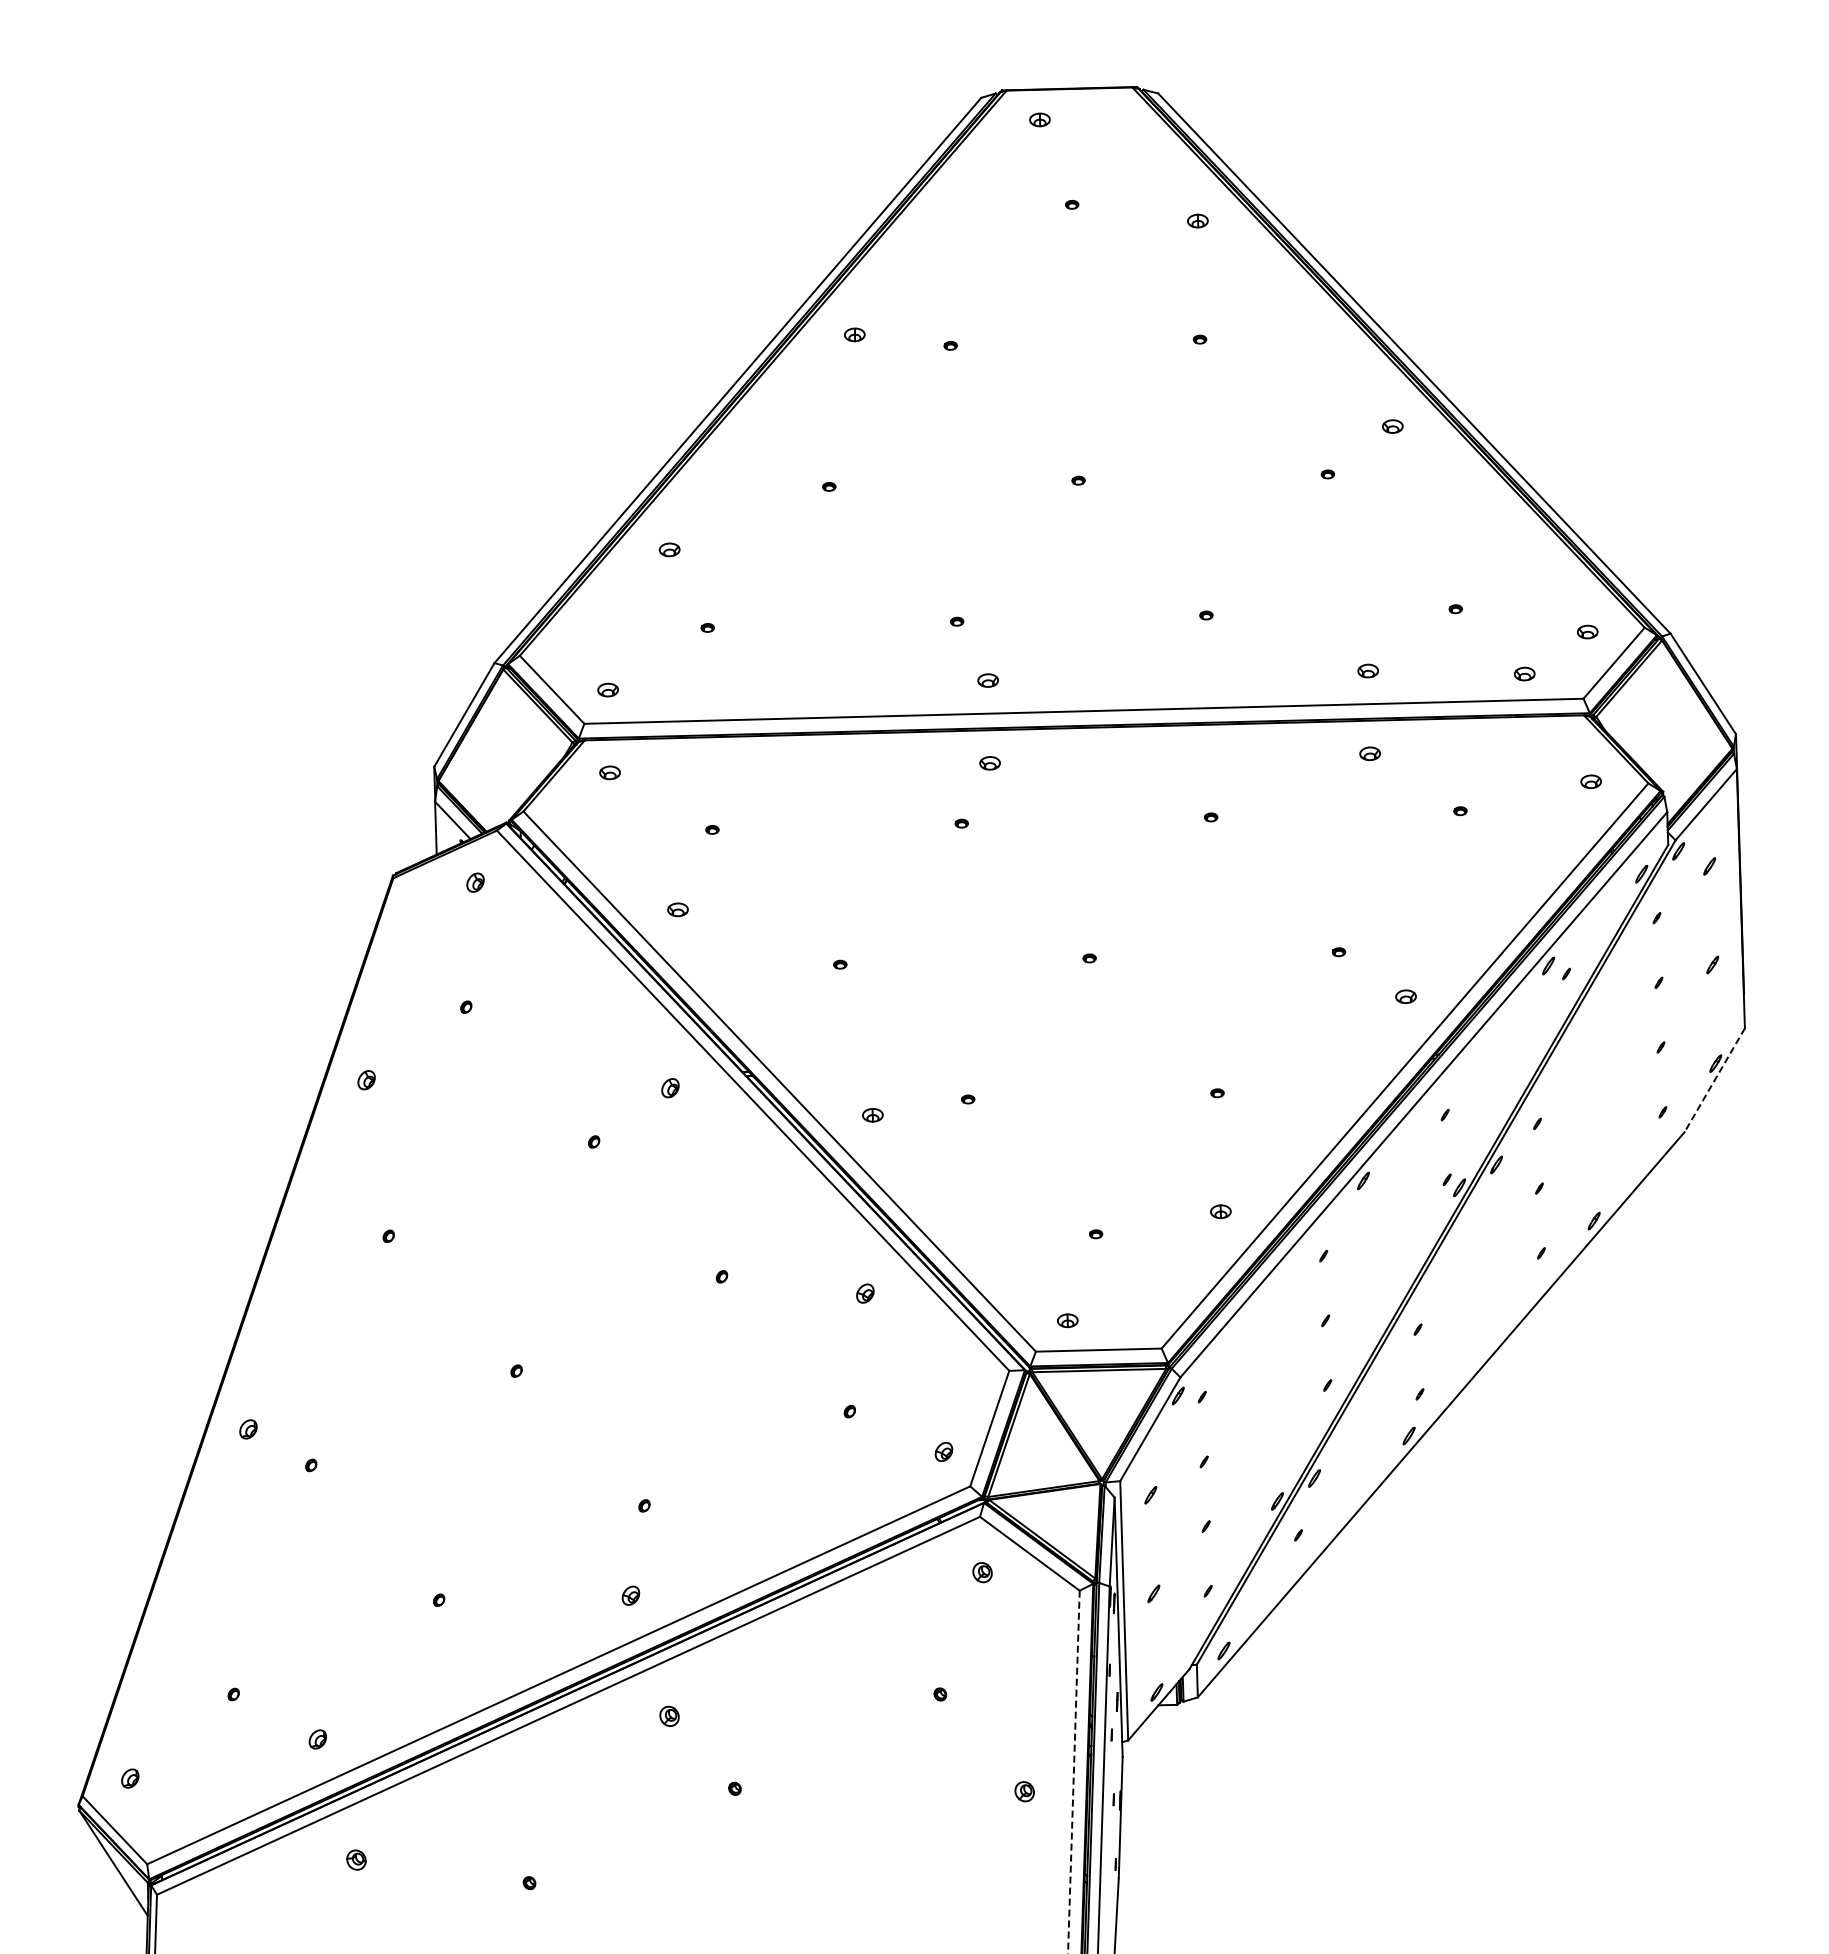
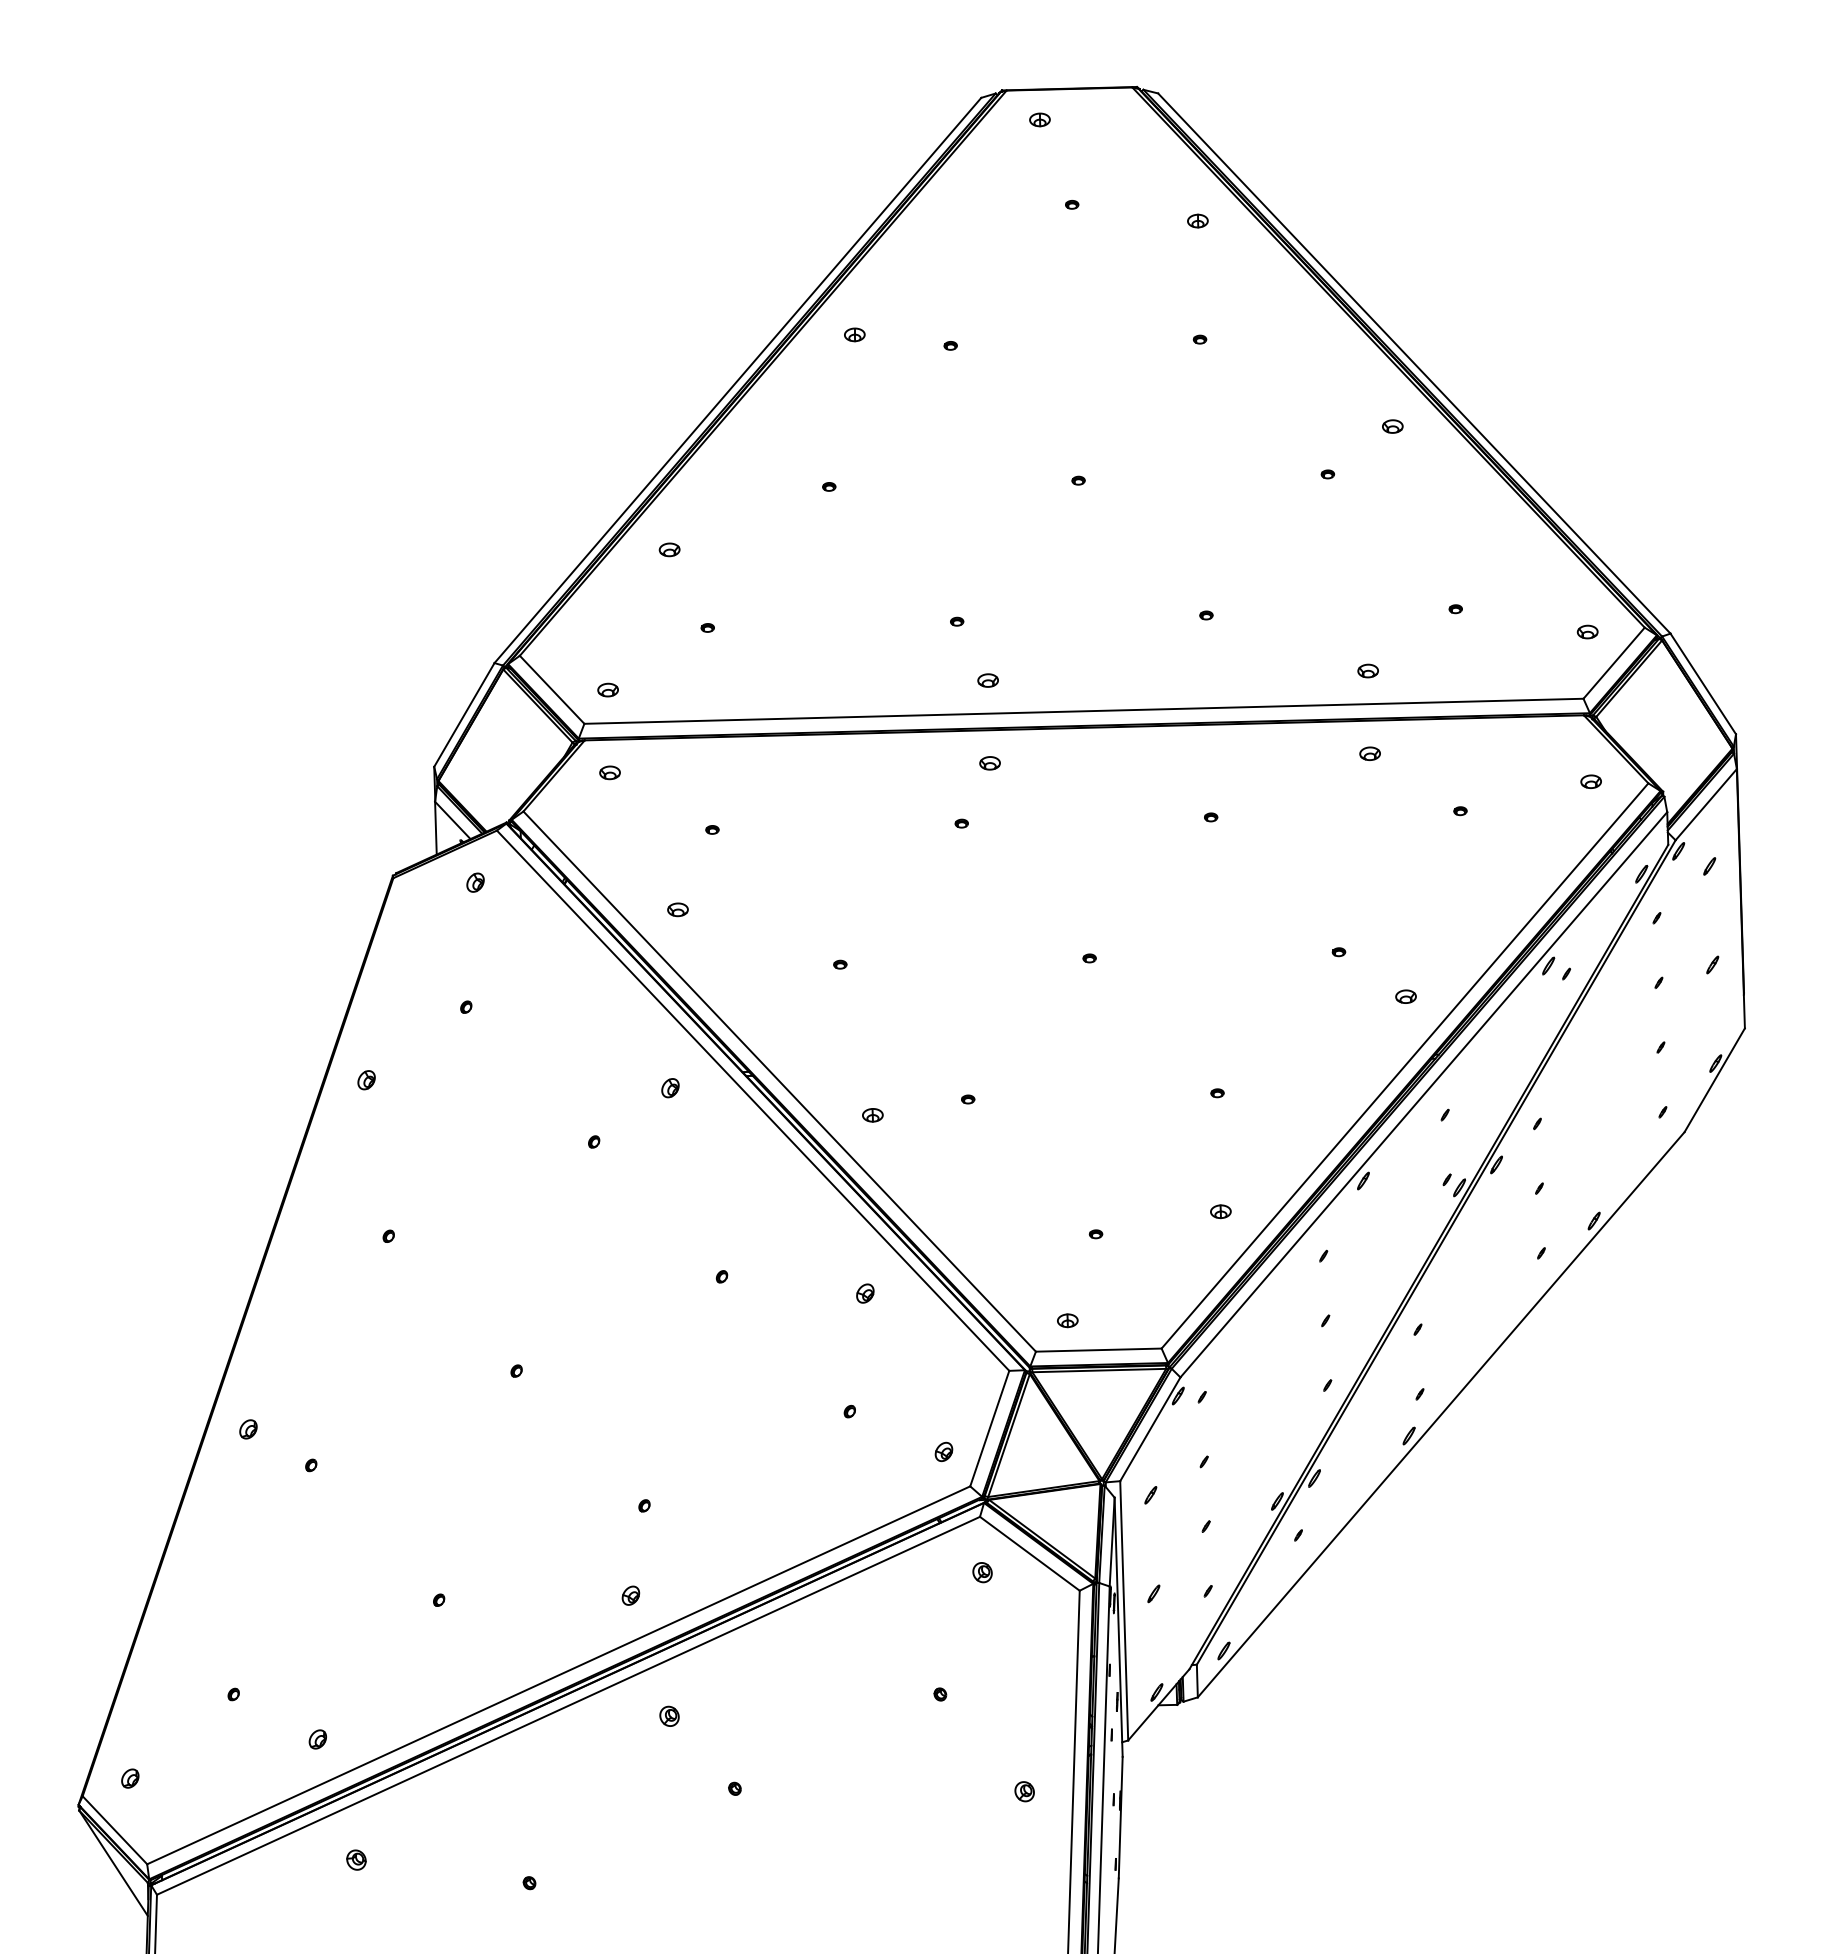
part at (1524, 673): present -> none
line at (1714, 1080): dashed -> solid
line at (1073, 1772): dashed -> solid
